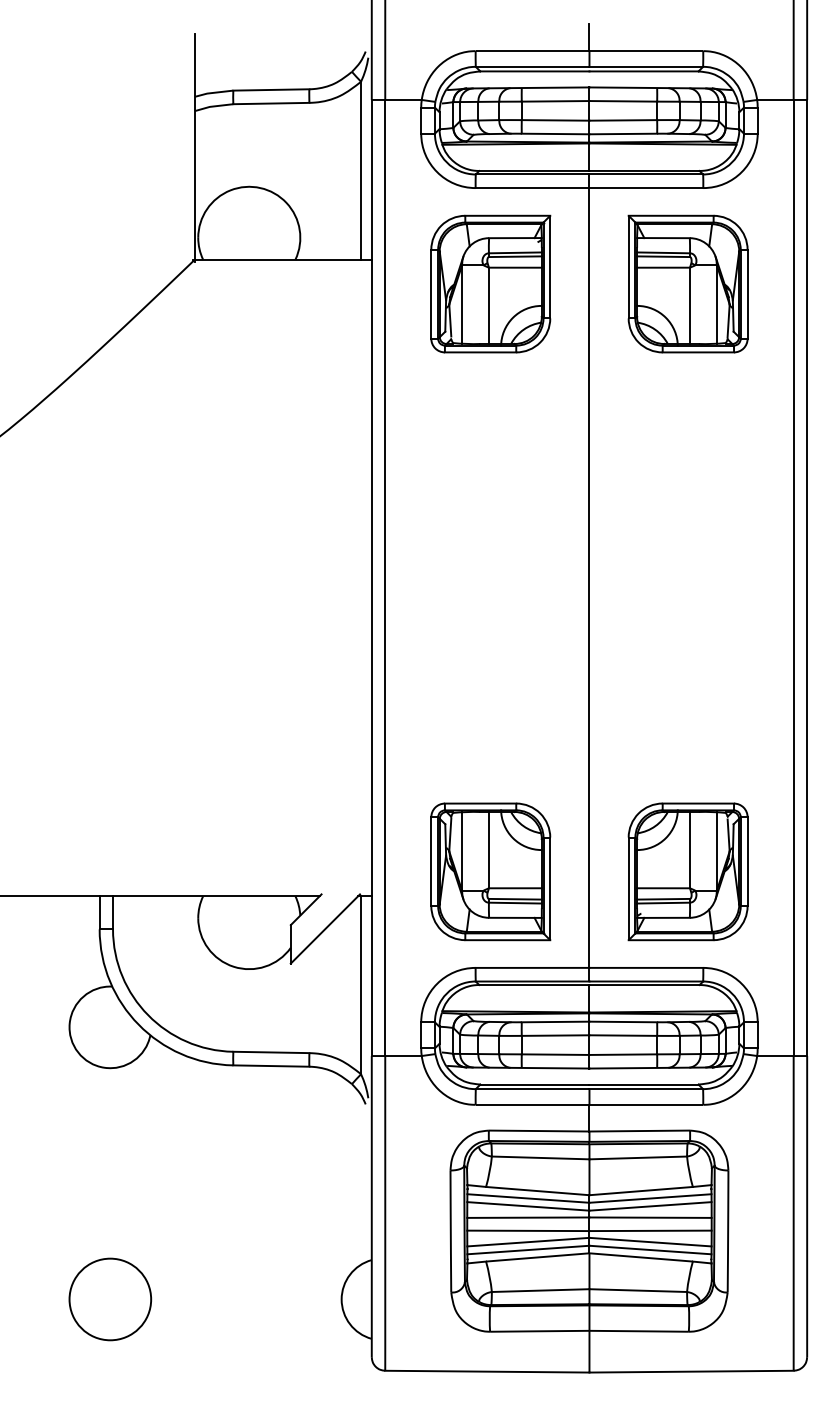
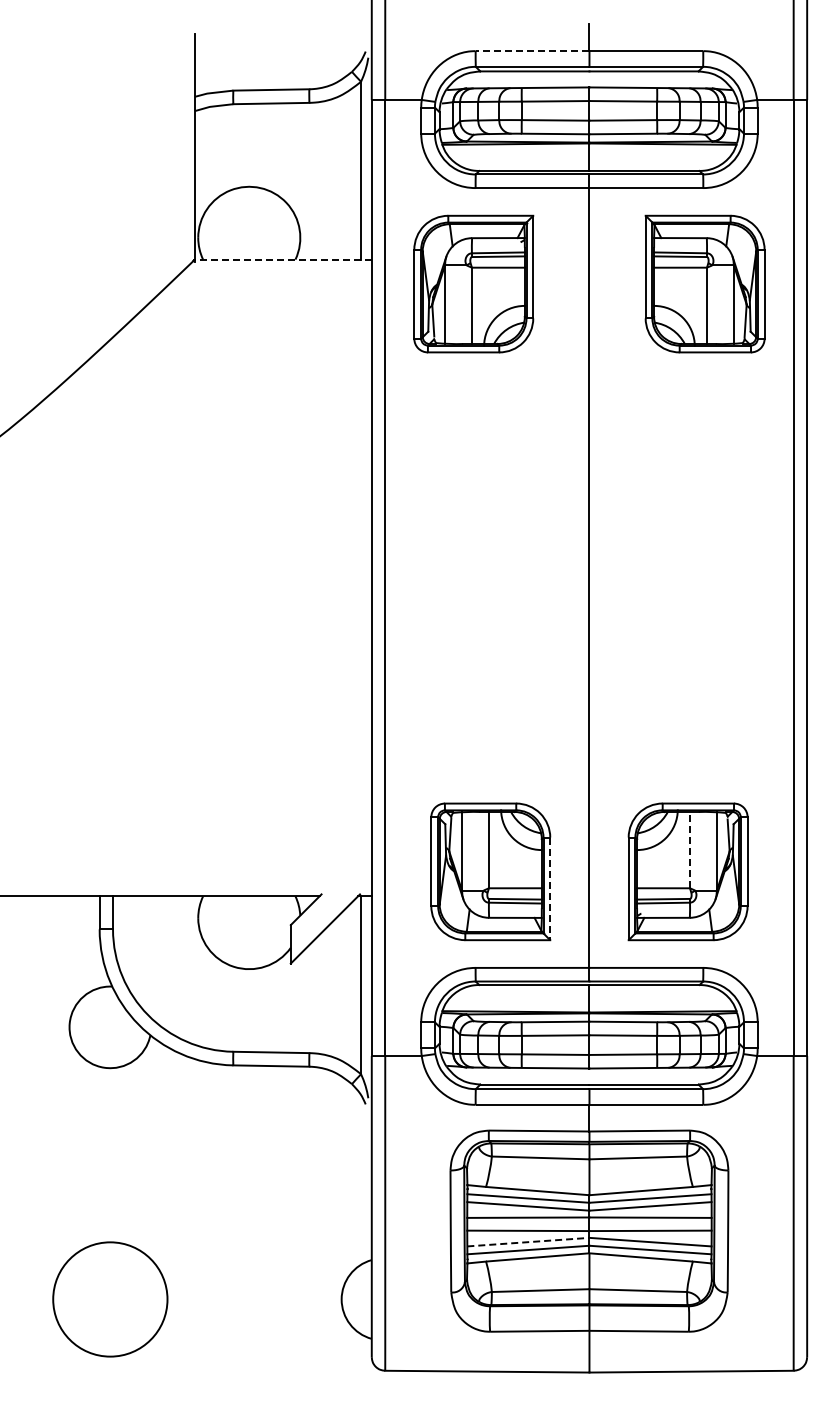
line at (533, 51): solid -> dashed
line at (281, 259): solid -> dashed
part at (490, 283) position: (490, 283) -> (473, 283)
part at (687, 283) position: (687, 283) -> (704, 283)
line at (690, 849): solid -> dashed
line at (550, 889): solid -> dashed
line at (528, 1242): solid -> dashed
circle at (110, 1299) diameter: 82 px -> 114 px
